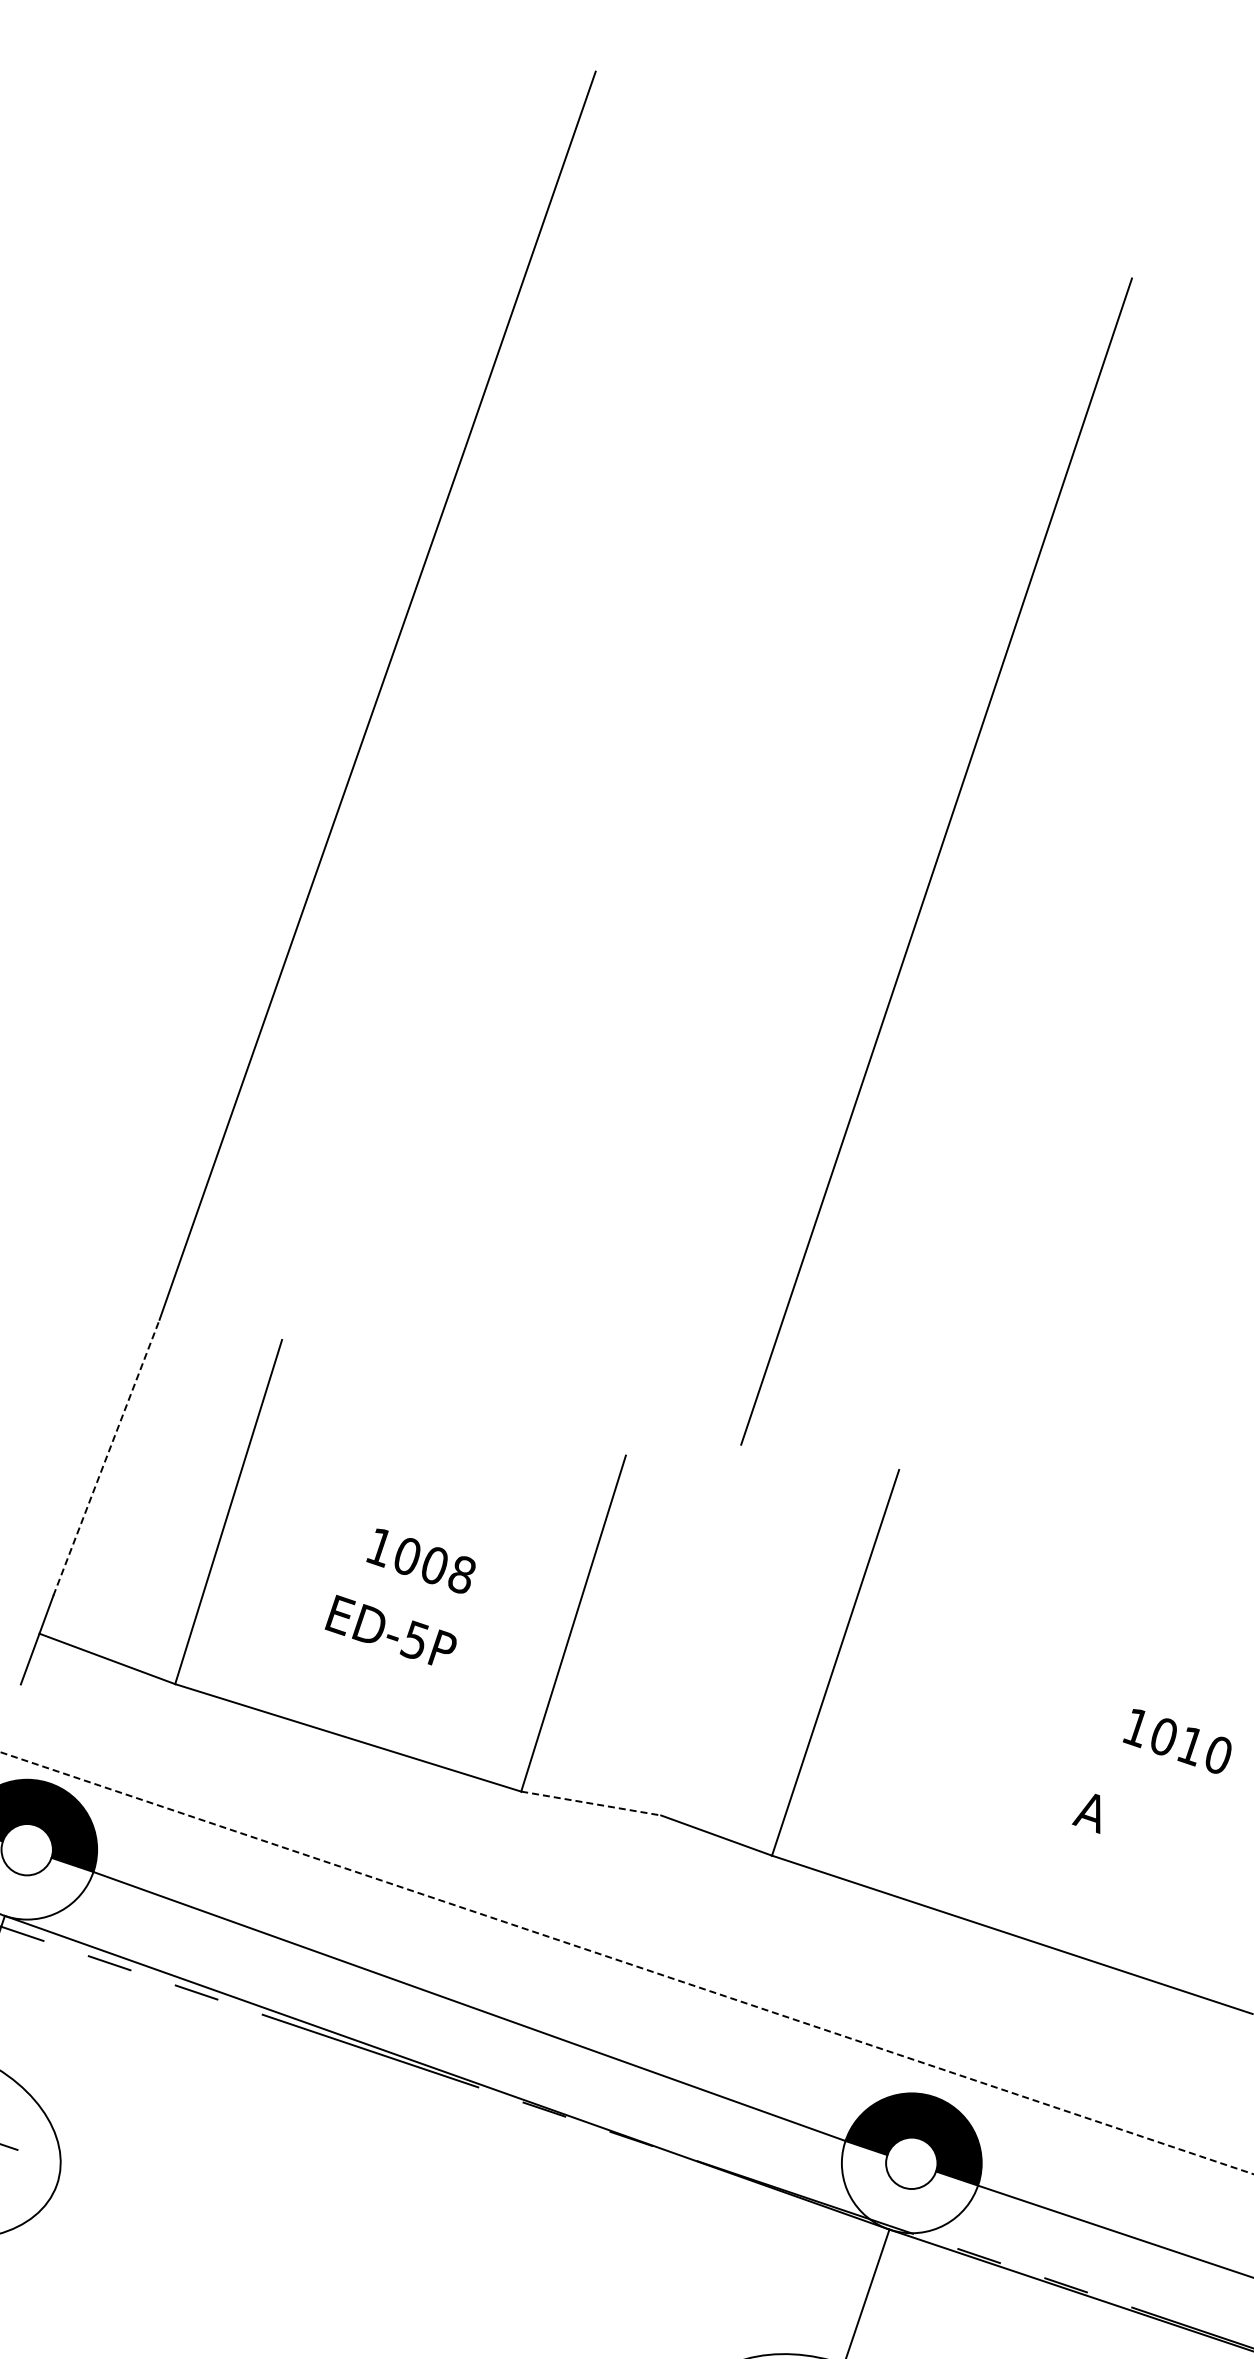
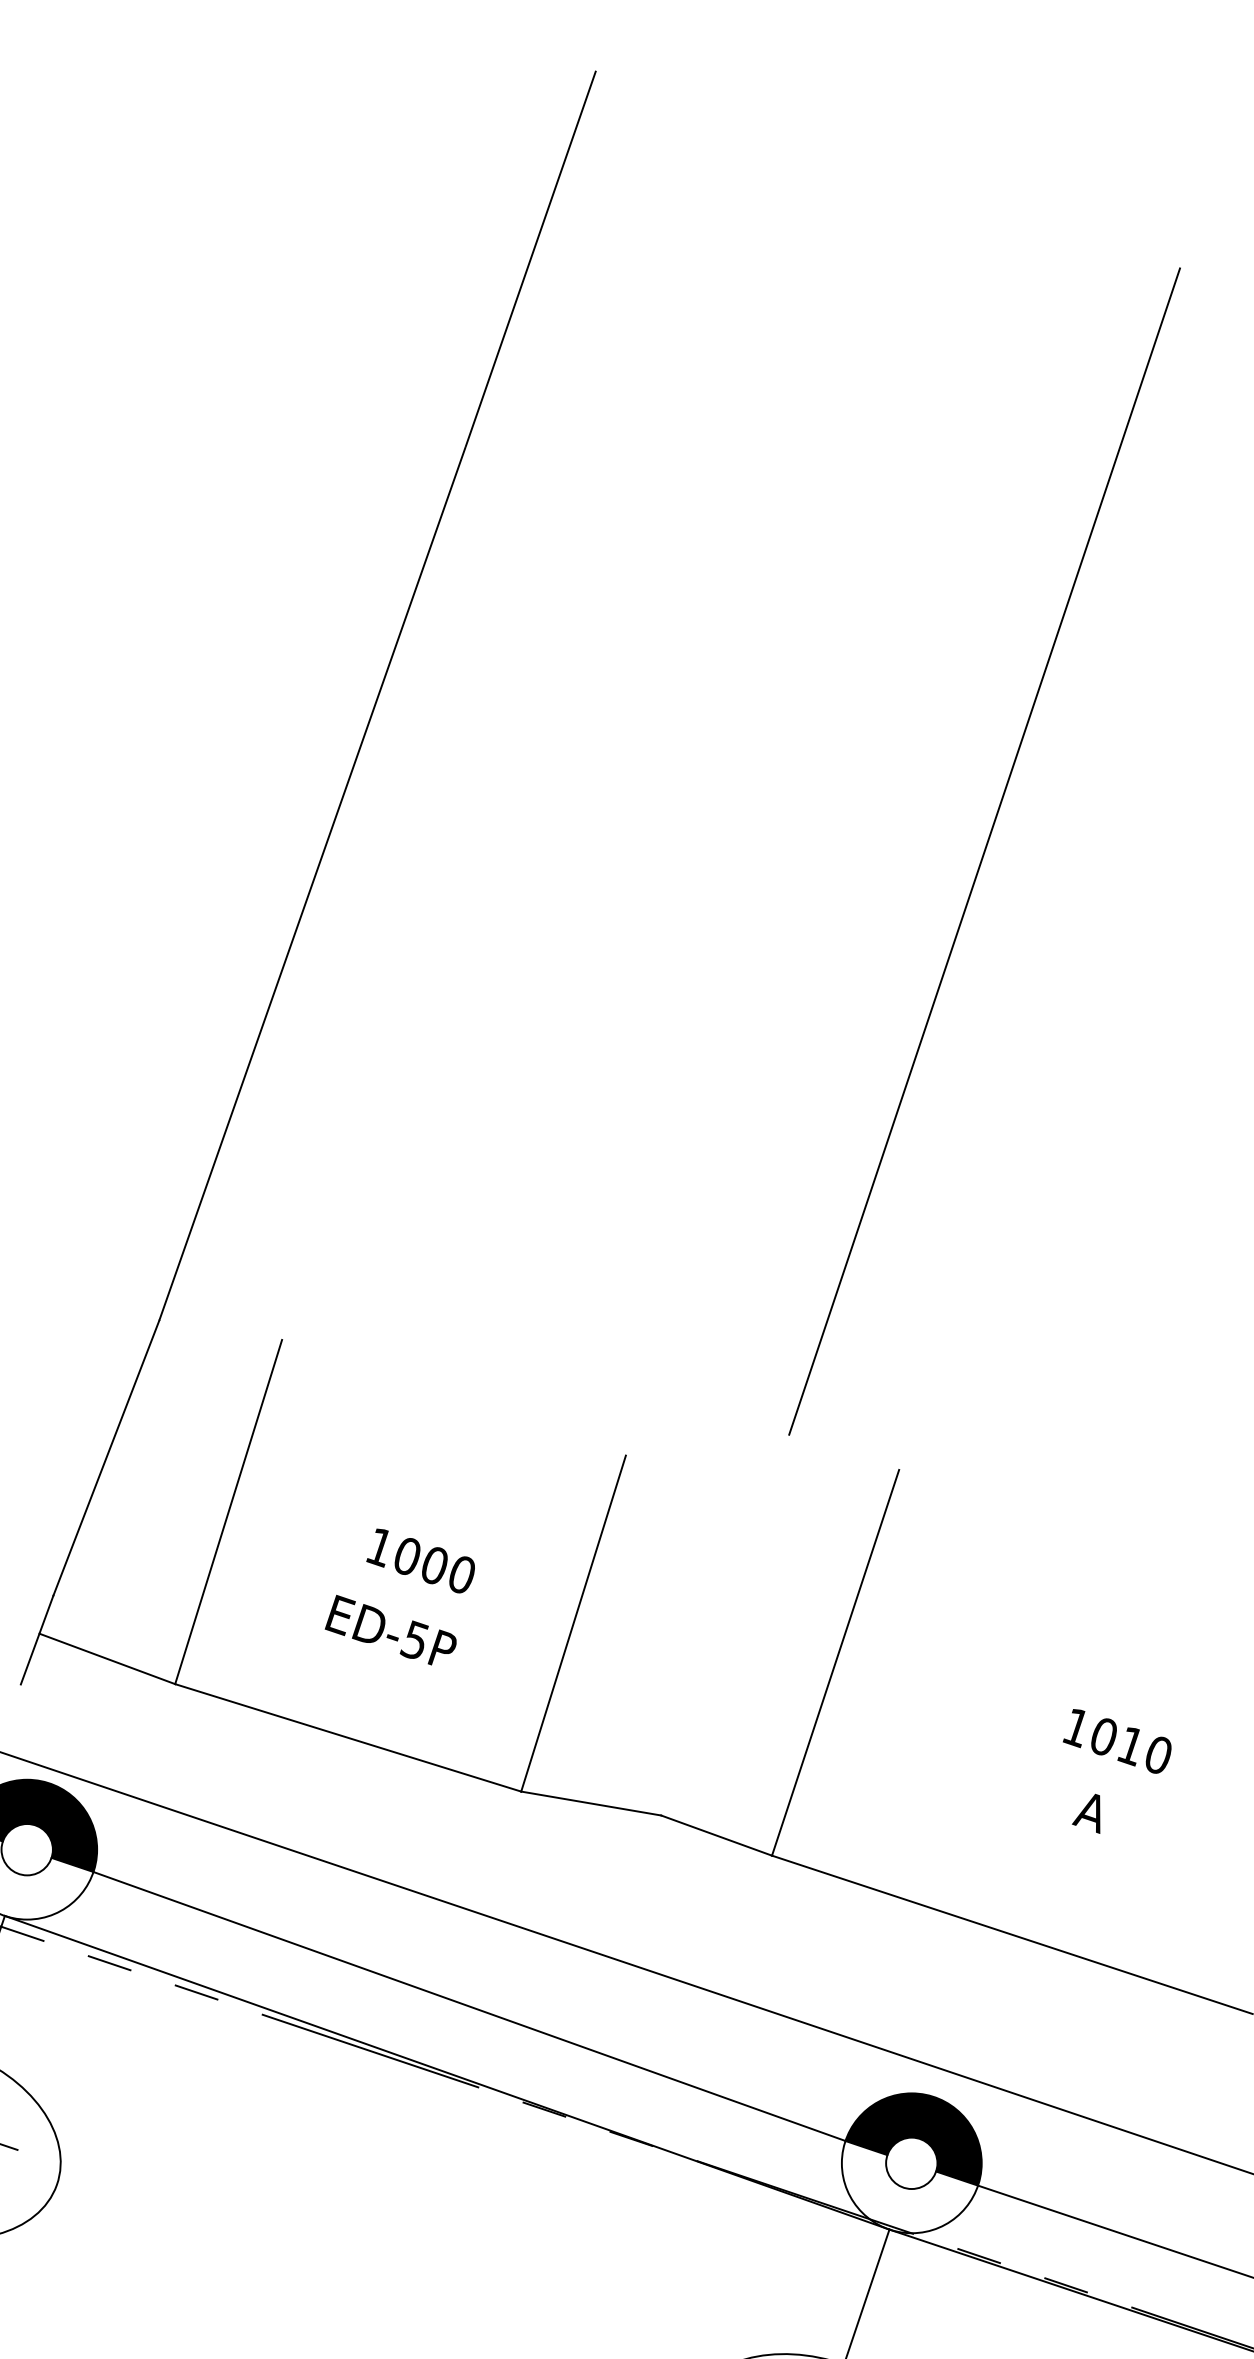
line at (936, 861) position: (936, 861) -> (984, 851)
line at (106, 1457): dashed -> solid
text at (461, 1574): 1008 -> 1000
text at (1177, 1741) position: (1177, 1741) -> (1117, 1741)
line at (591, 1803): dashed -> solid
line at (626, 1963): dashed -> solid
